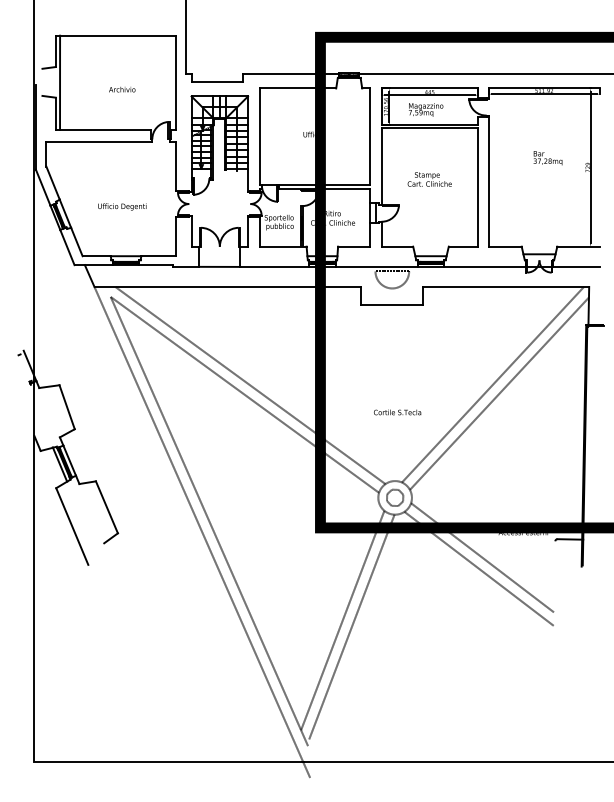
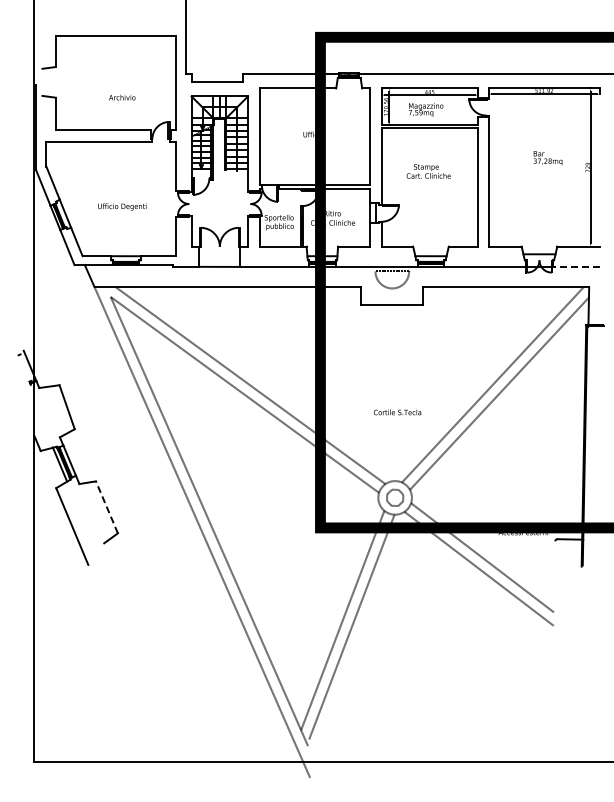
line at (60, 82): present -> none
text at (122, 89) position: (122, 89) -> (122, 97)
text at (429, 179) position: (429, 179) -> (428, 171)
line at (576, 266): solid -> dashed
line at (106, 506): solid -> dashed
